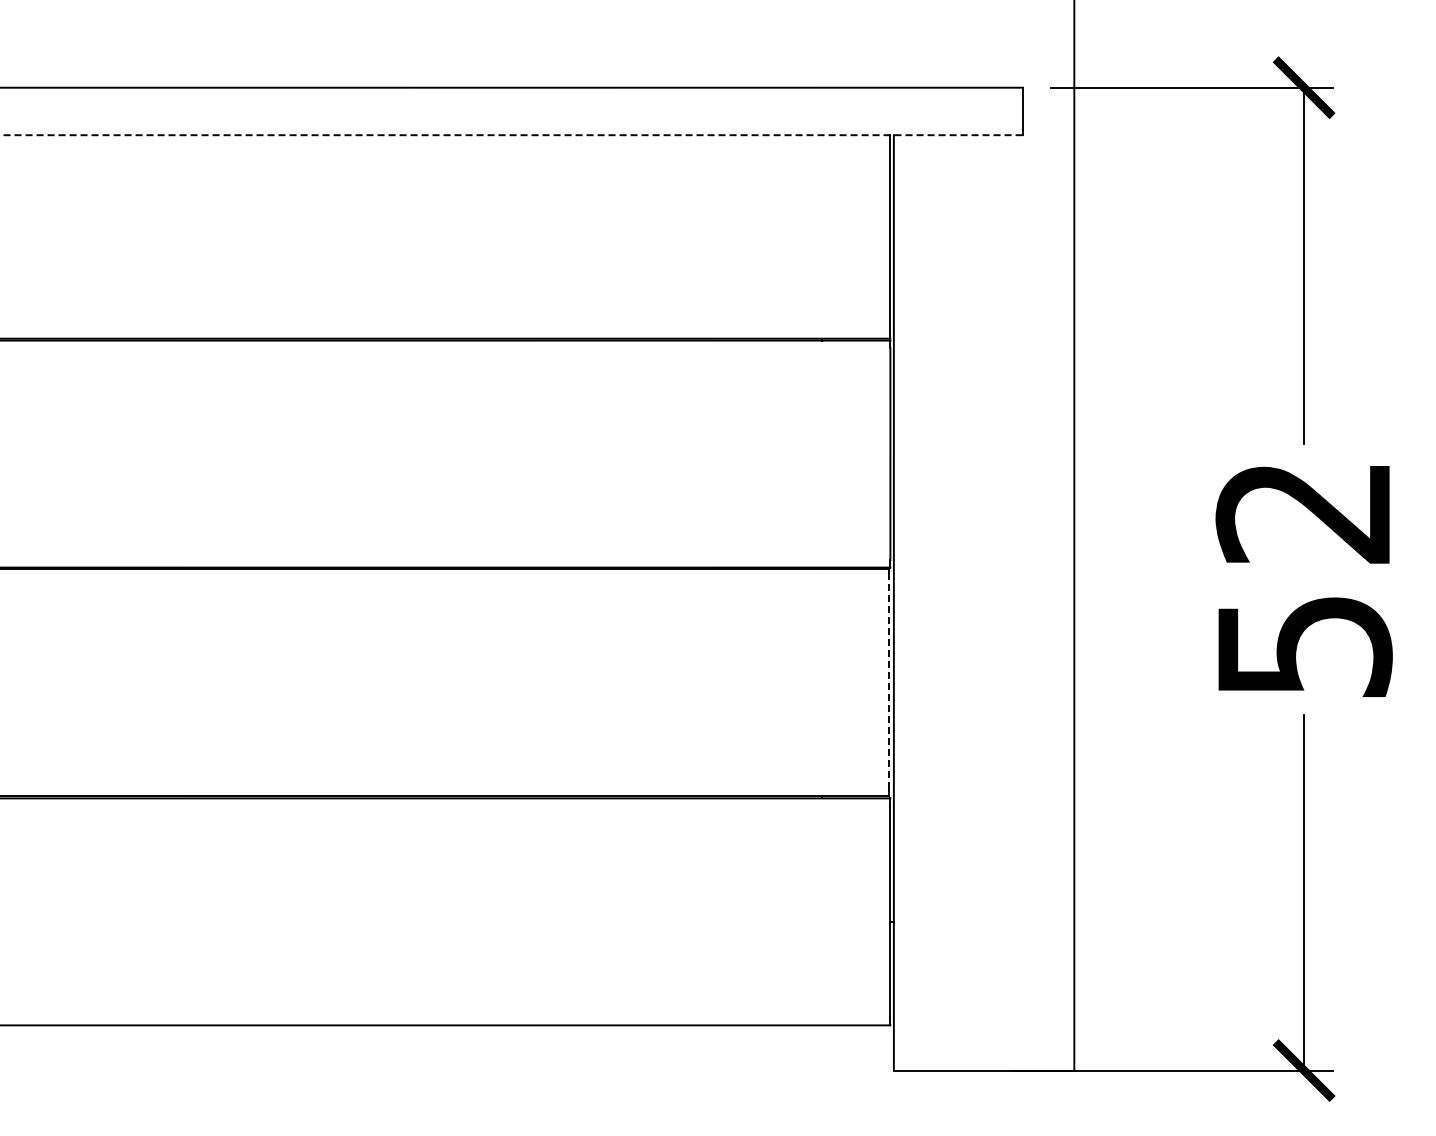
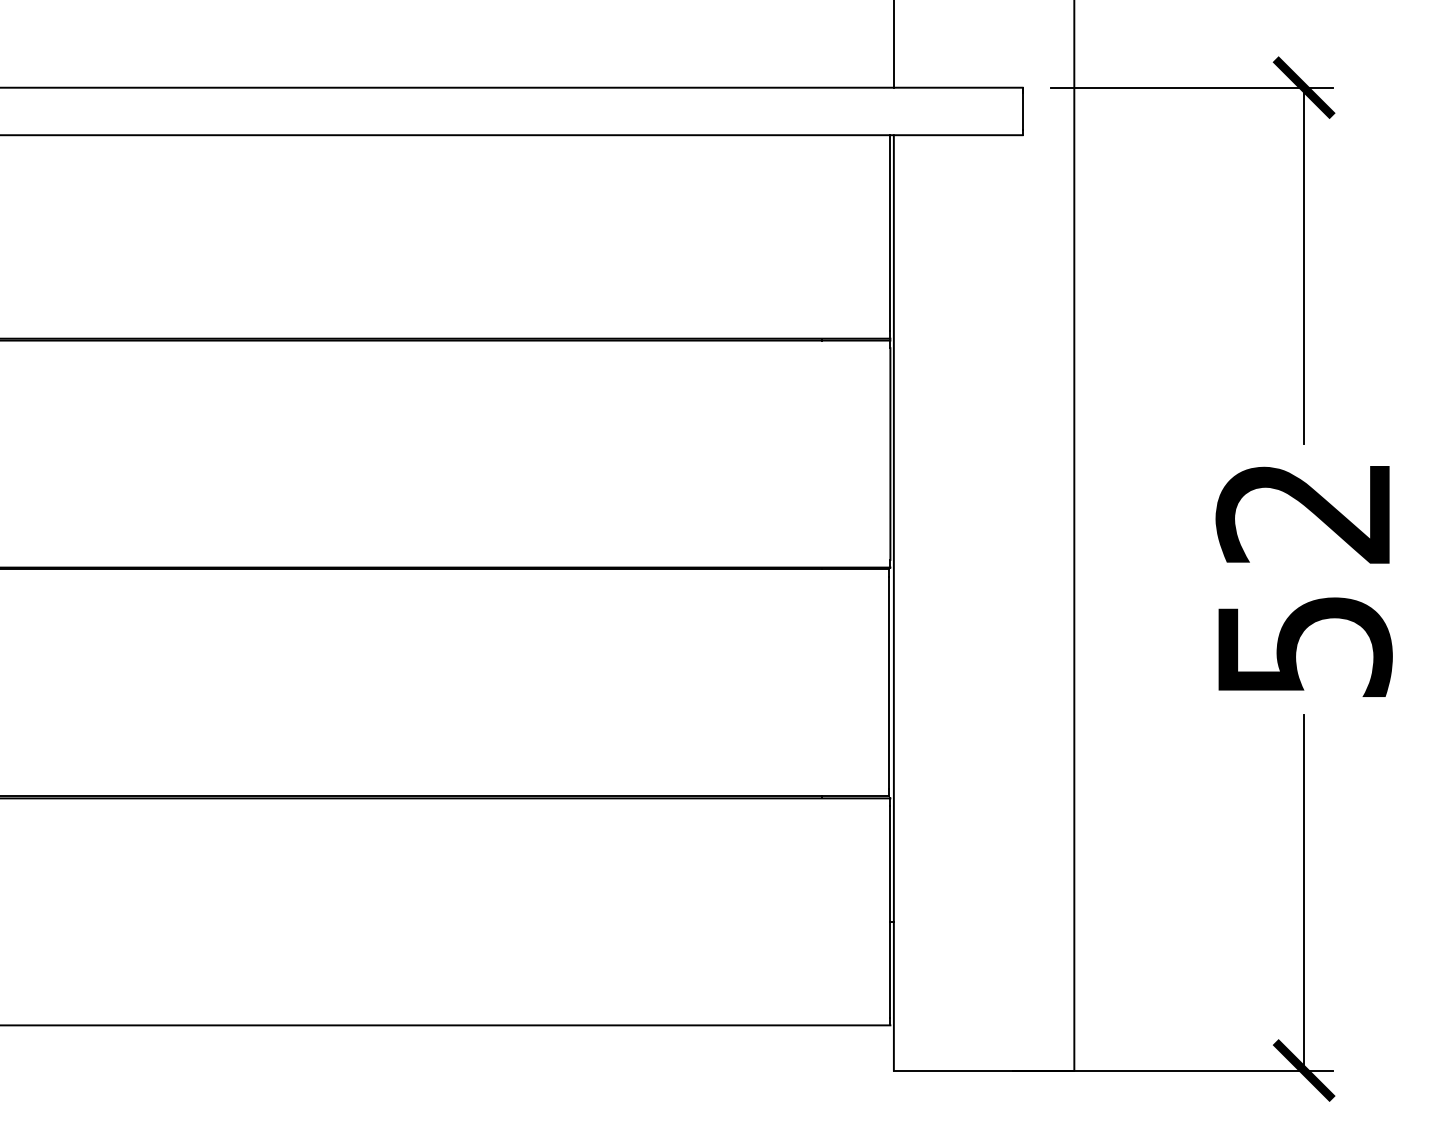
line at (893, 44): none -> present
line at (511, 135): dashed -> solid
line at (888, 682): dashed -> solid
